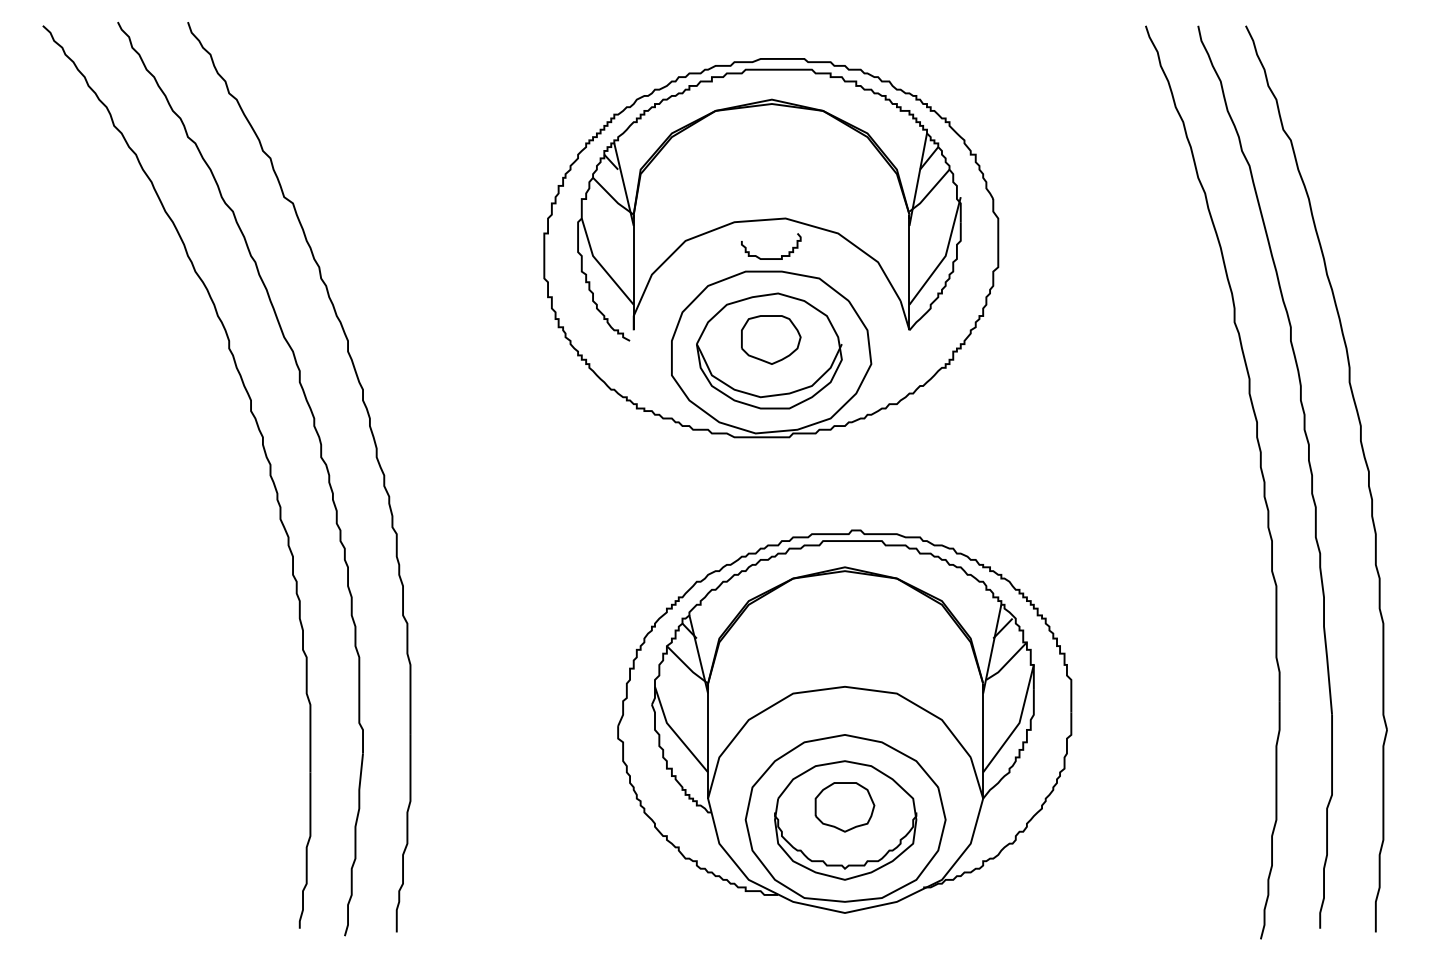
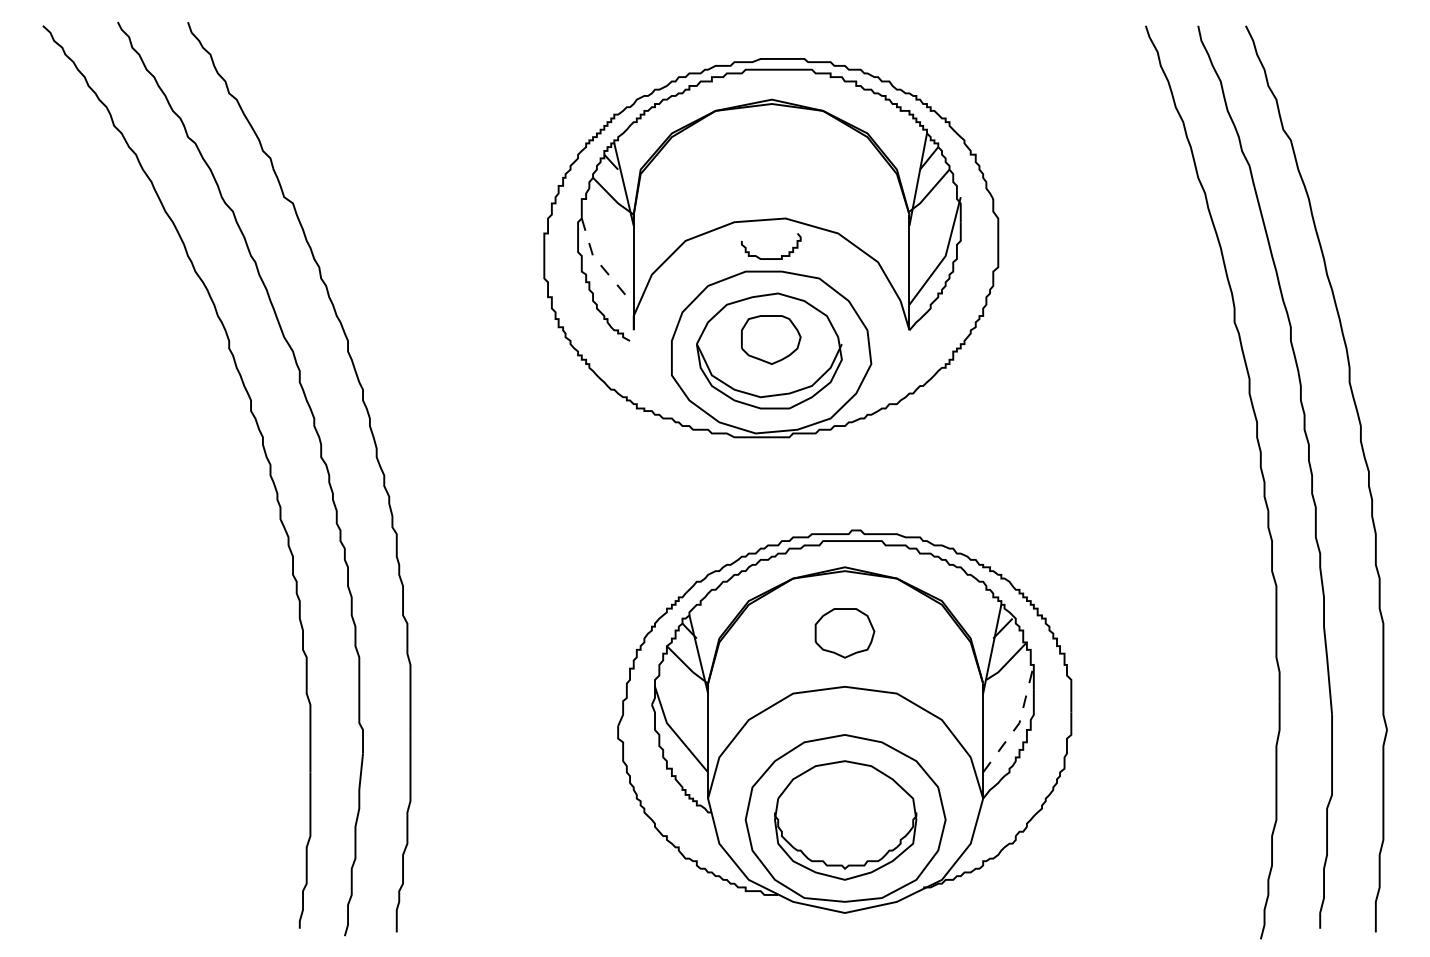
line at (600, 265): solid -> dashed
line at (1019, 723): solid -> dashed
part at (844, 807) position: (844, 807) -> (844, 633)
